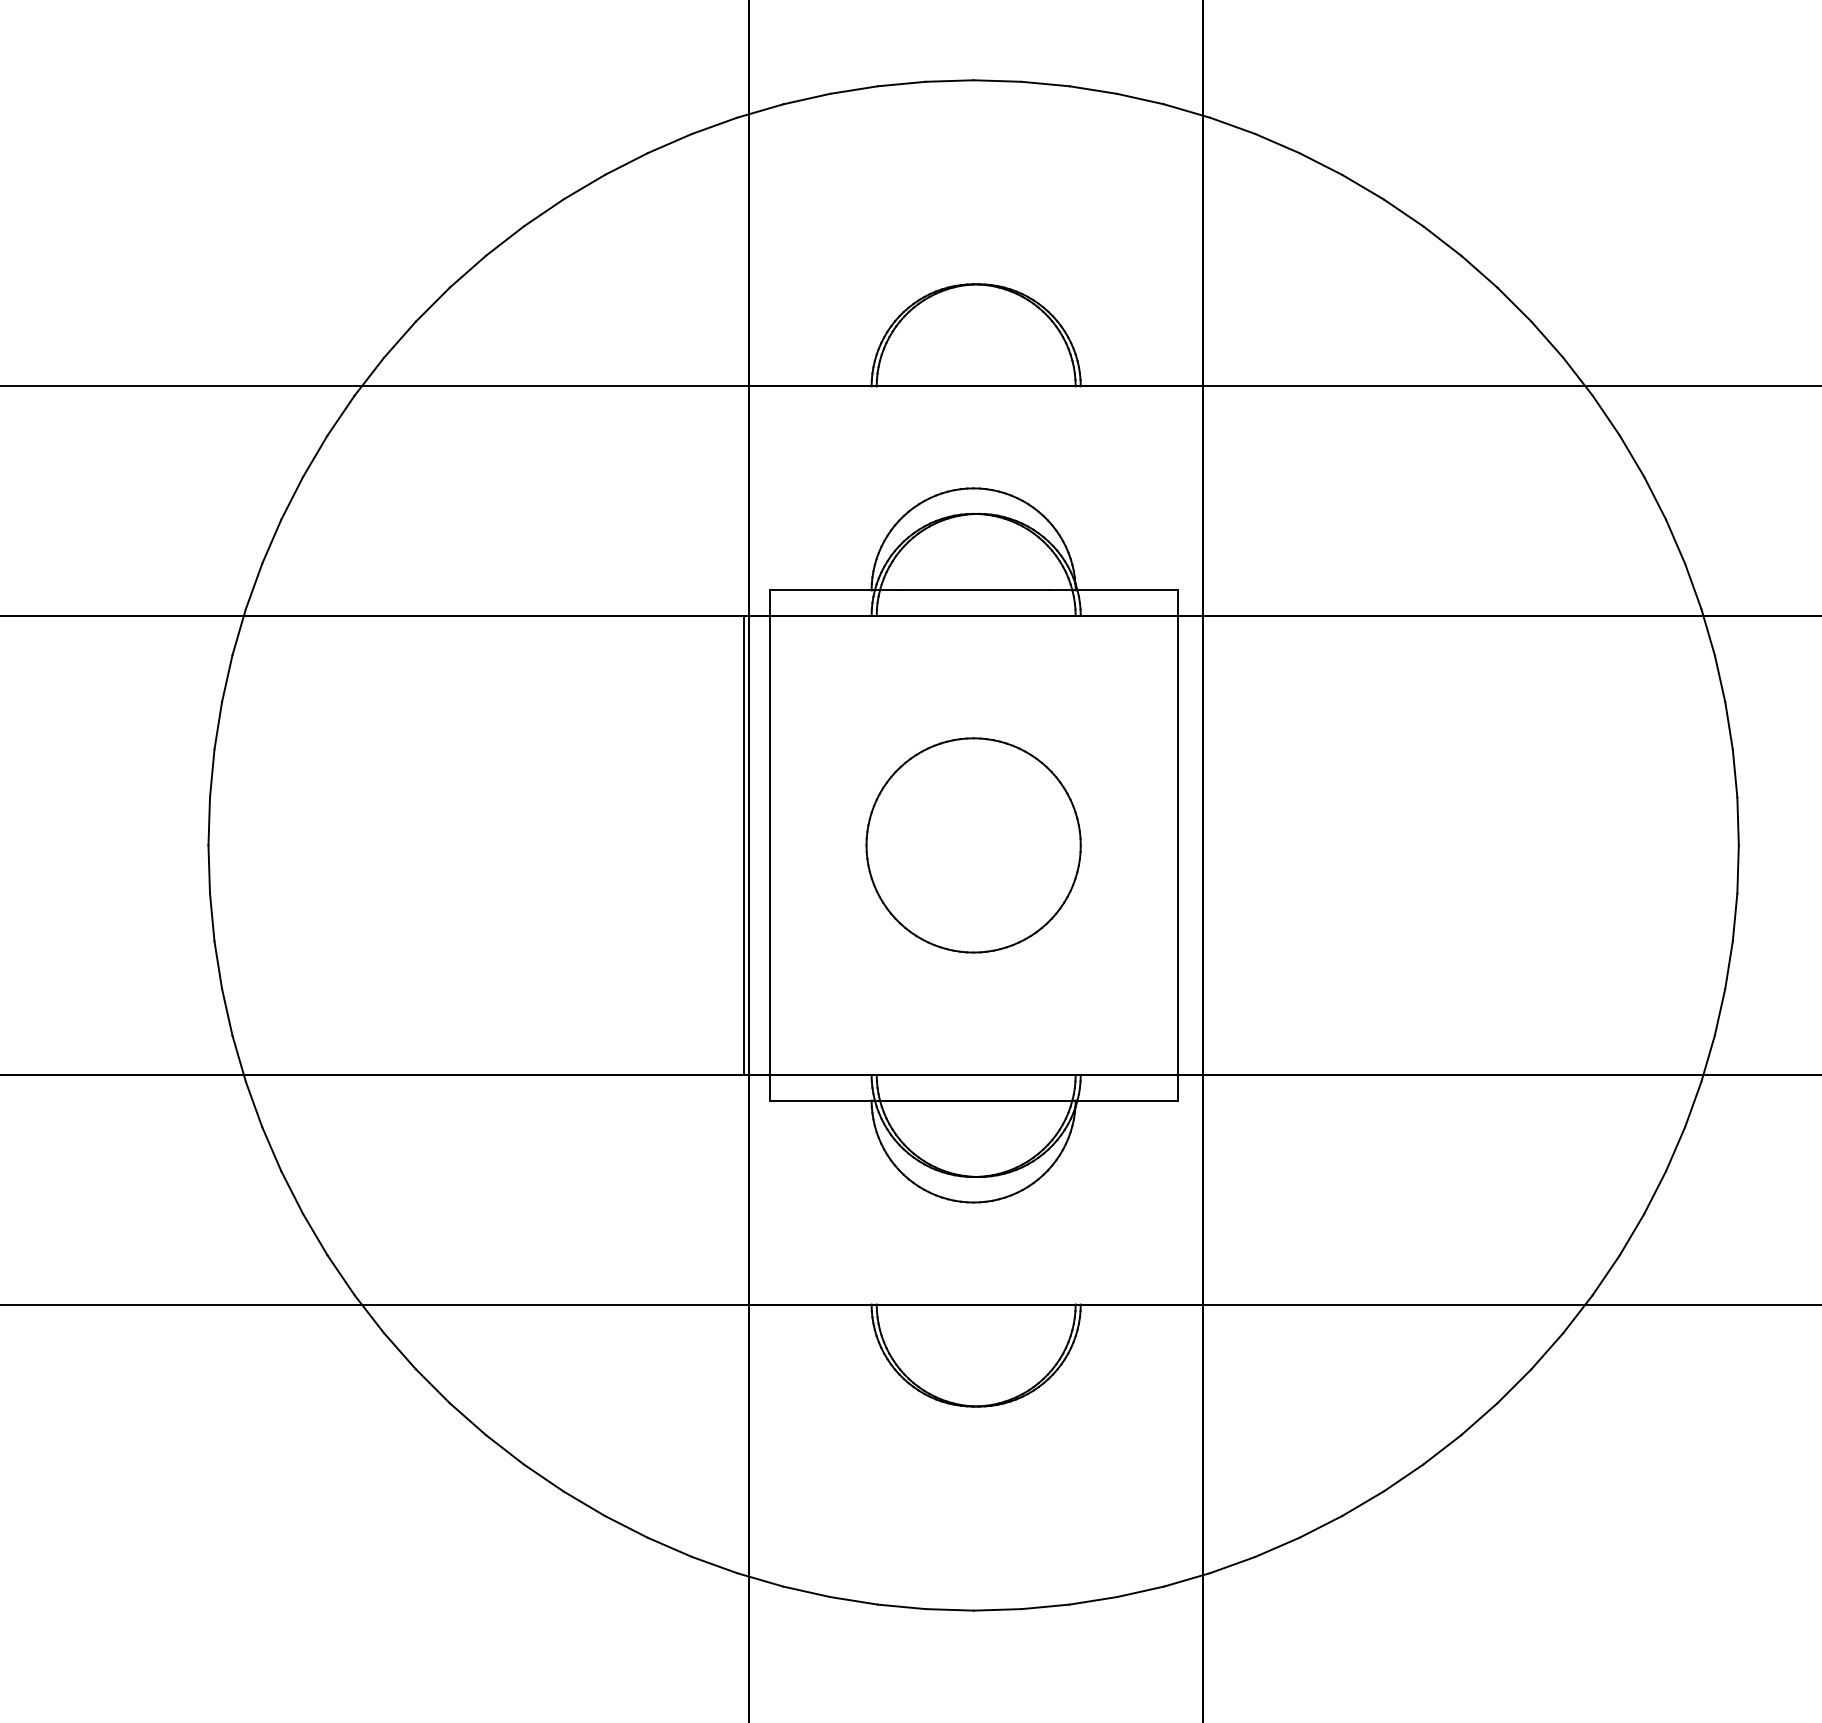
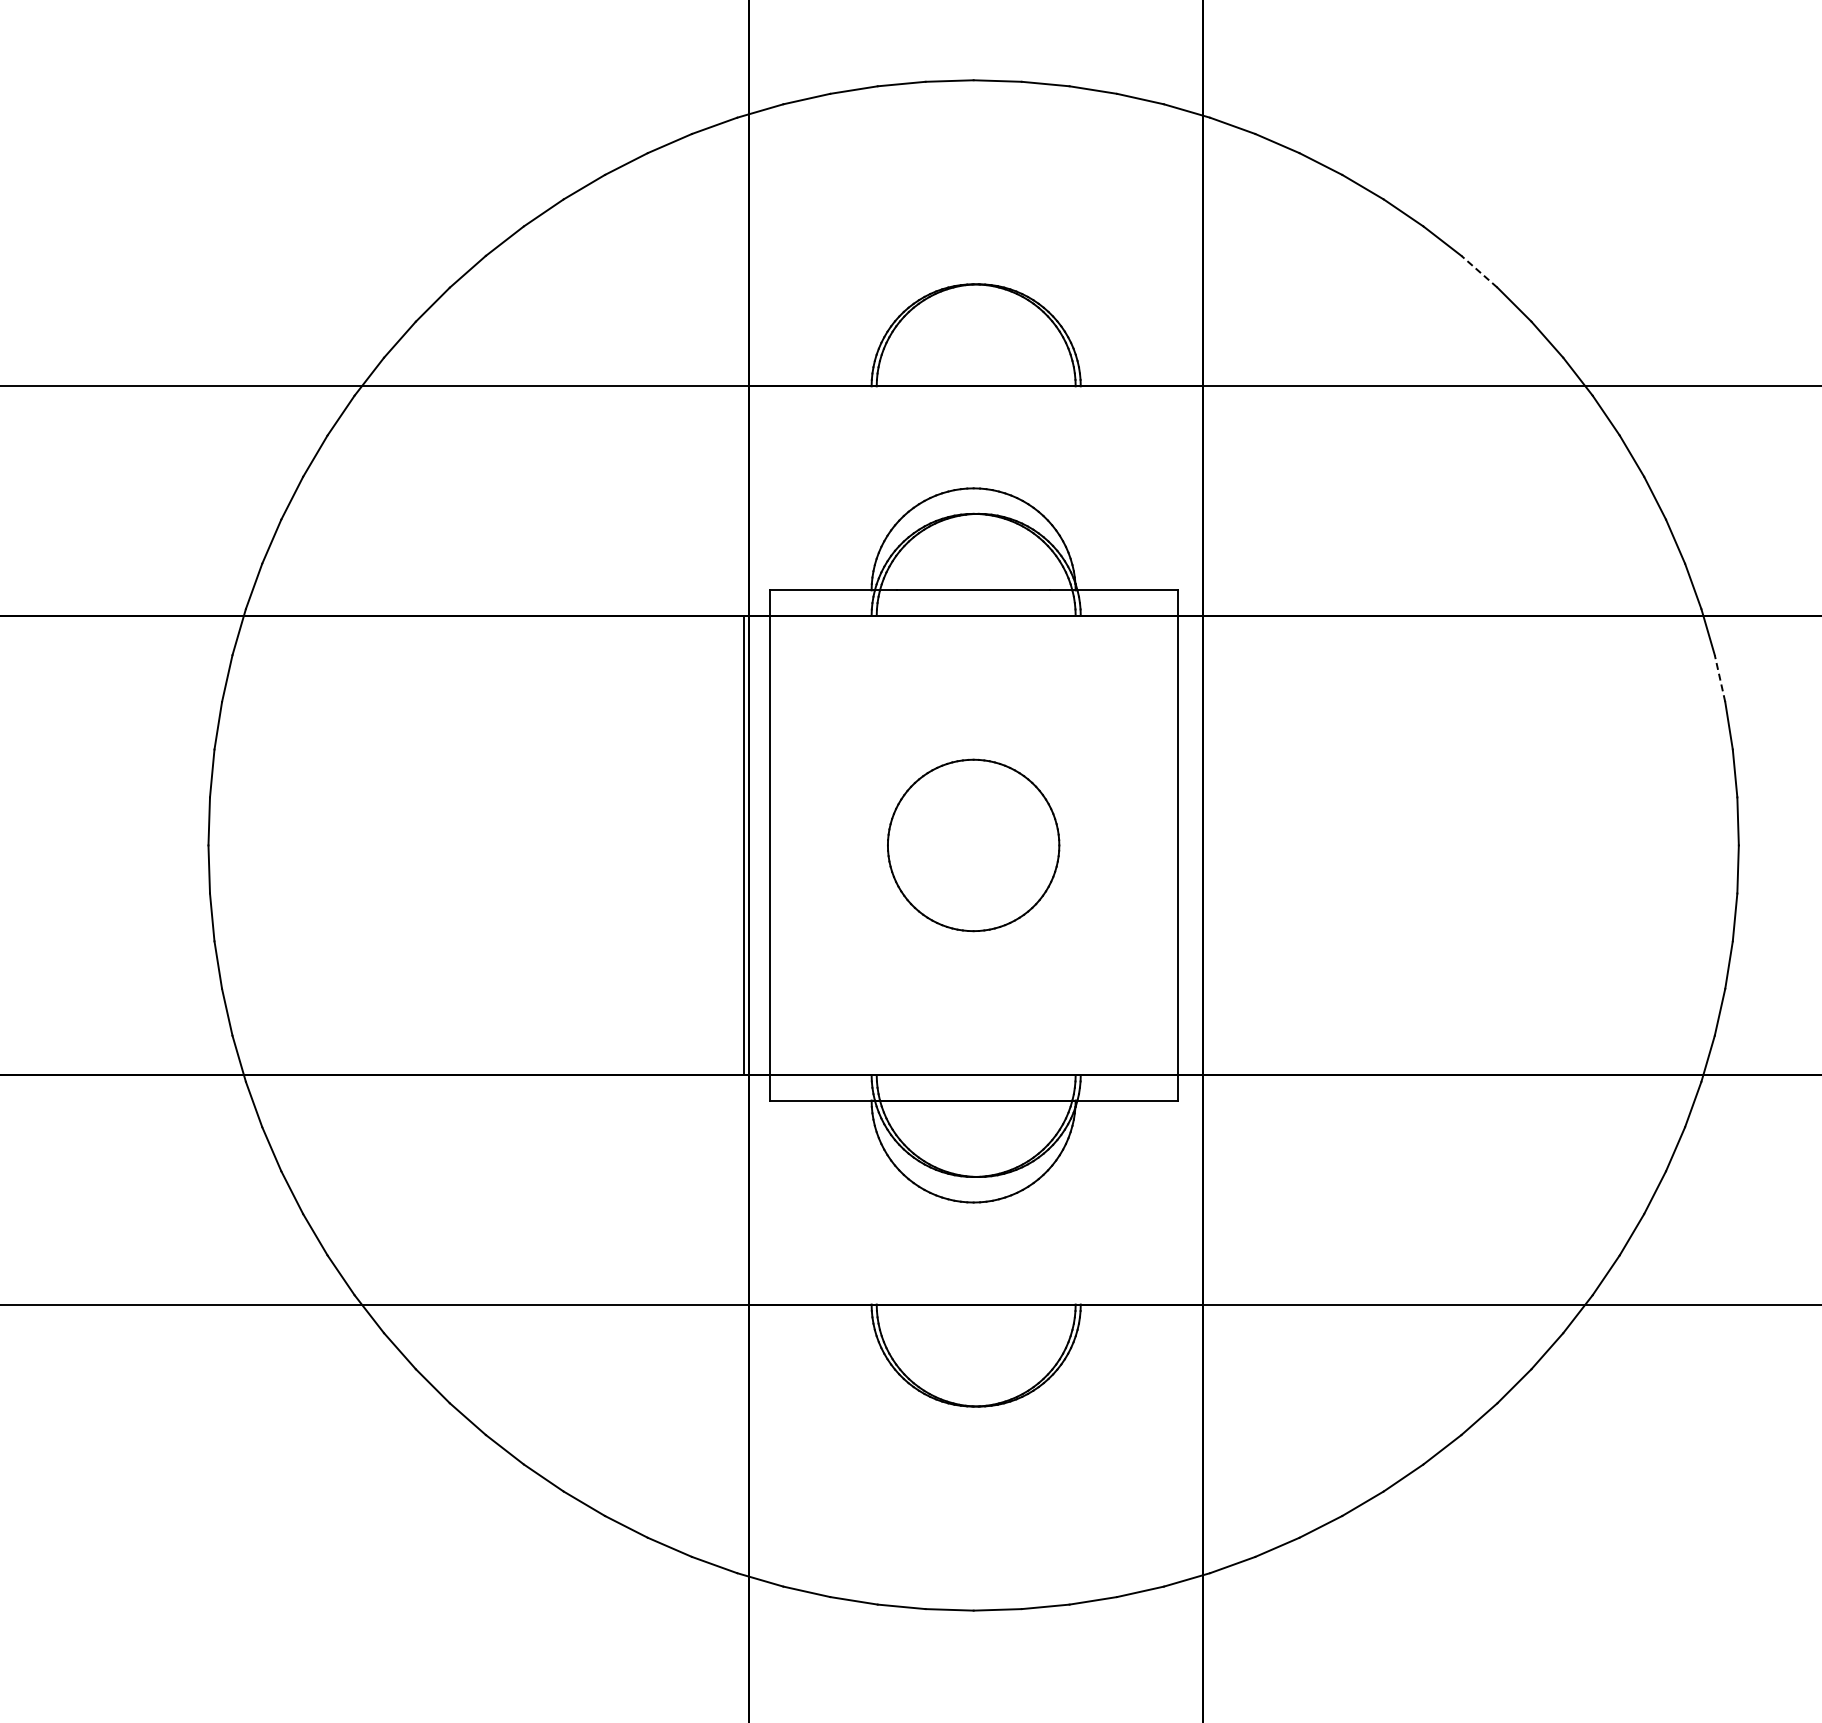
line at (1479, 271): solid -> dashed
line at (1719, 678): solid -> dashed
part at (973, 845) size: 217x217 px -> 174x175 px
